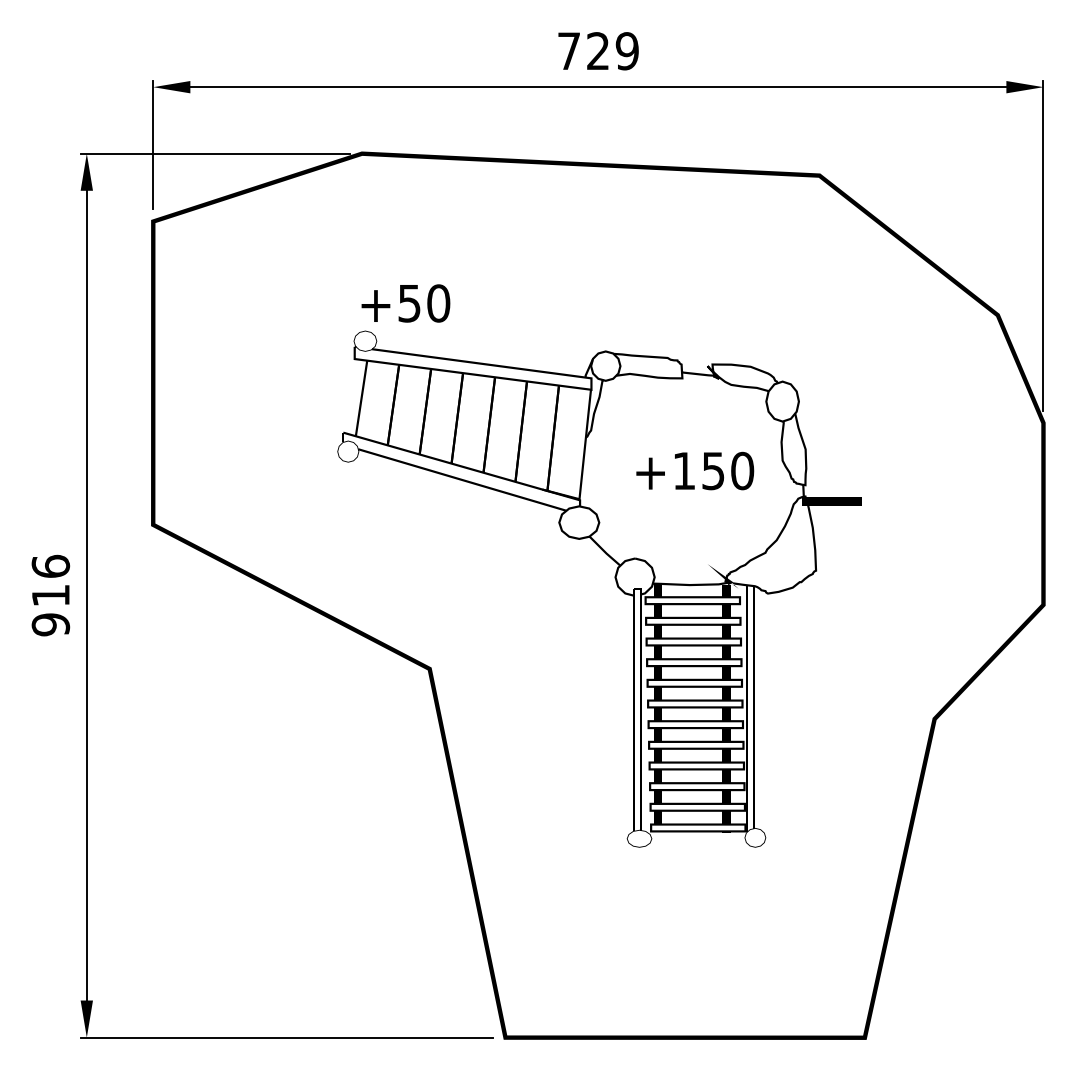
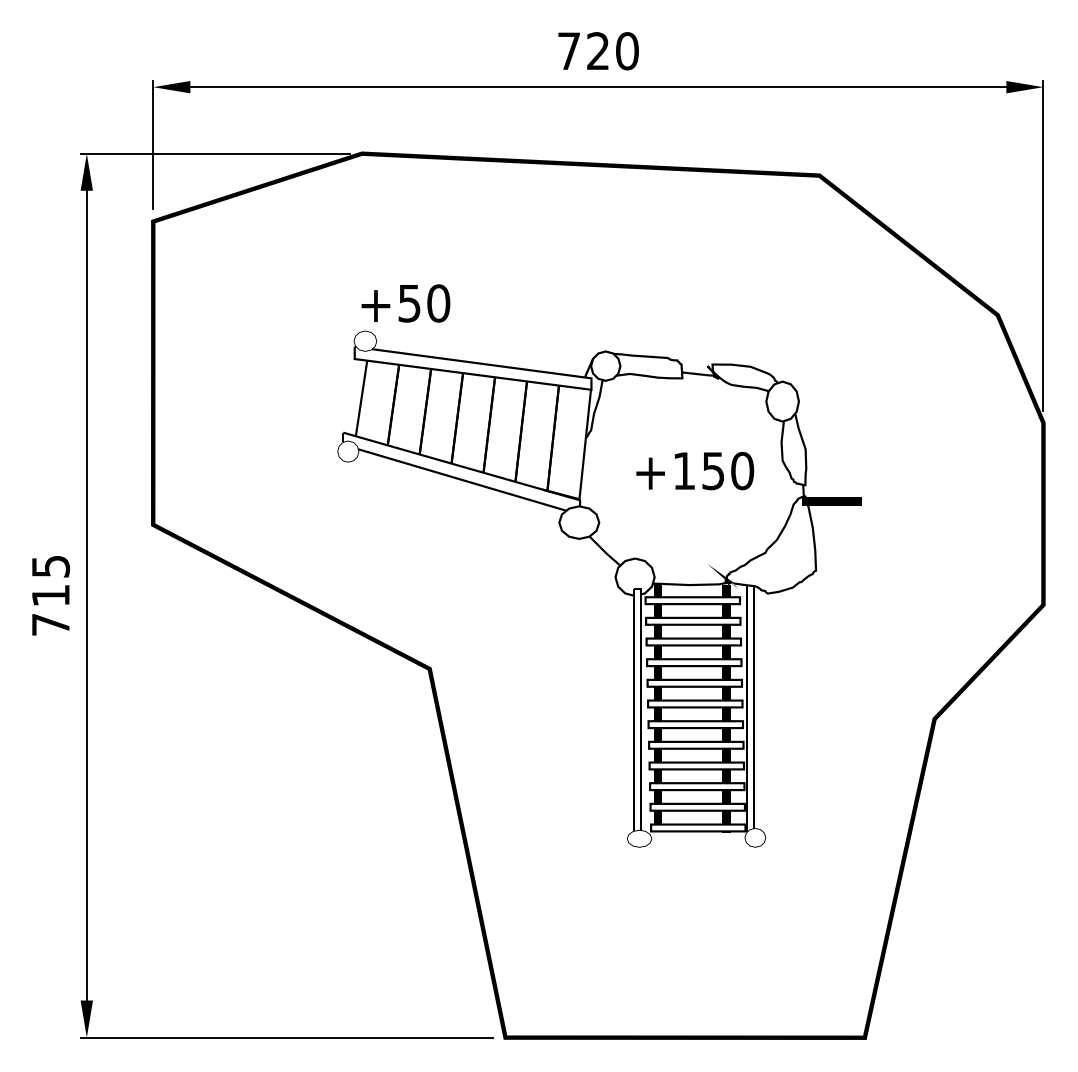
text at (626, 51): 729 -> 720
text at (50, 595): 916 -> 715
